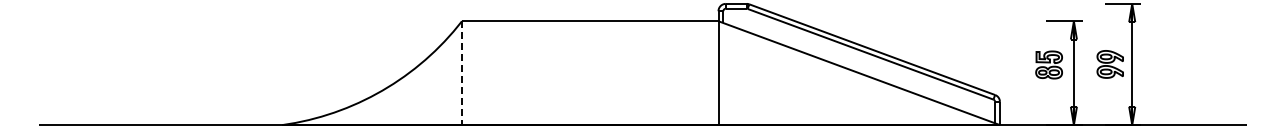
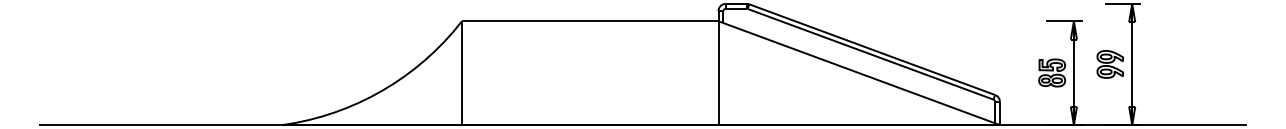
part at (1048, 64) position: (1048, 64) -> (1051, 72)
line at (461, 73): dashed -> solid
